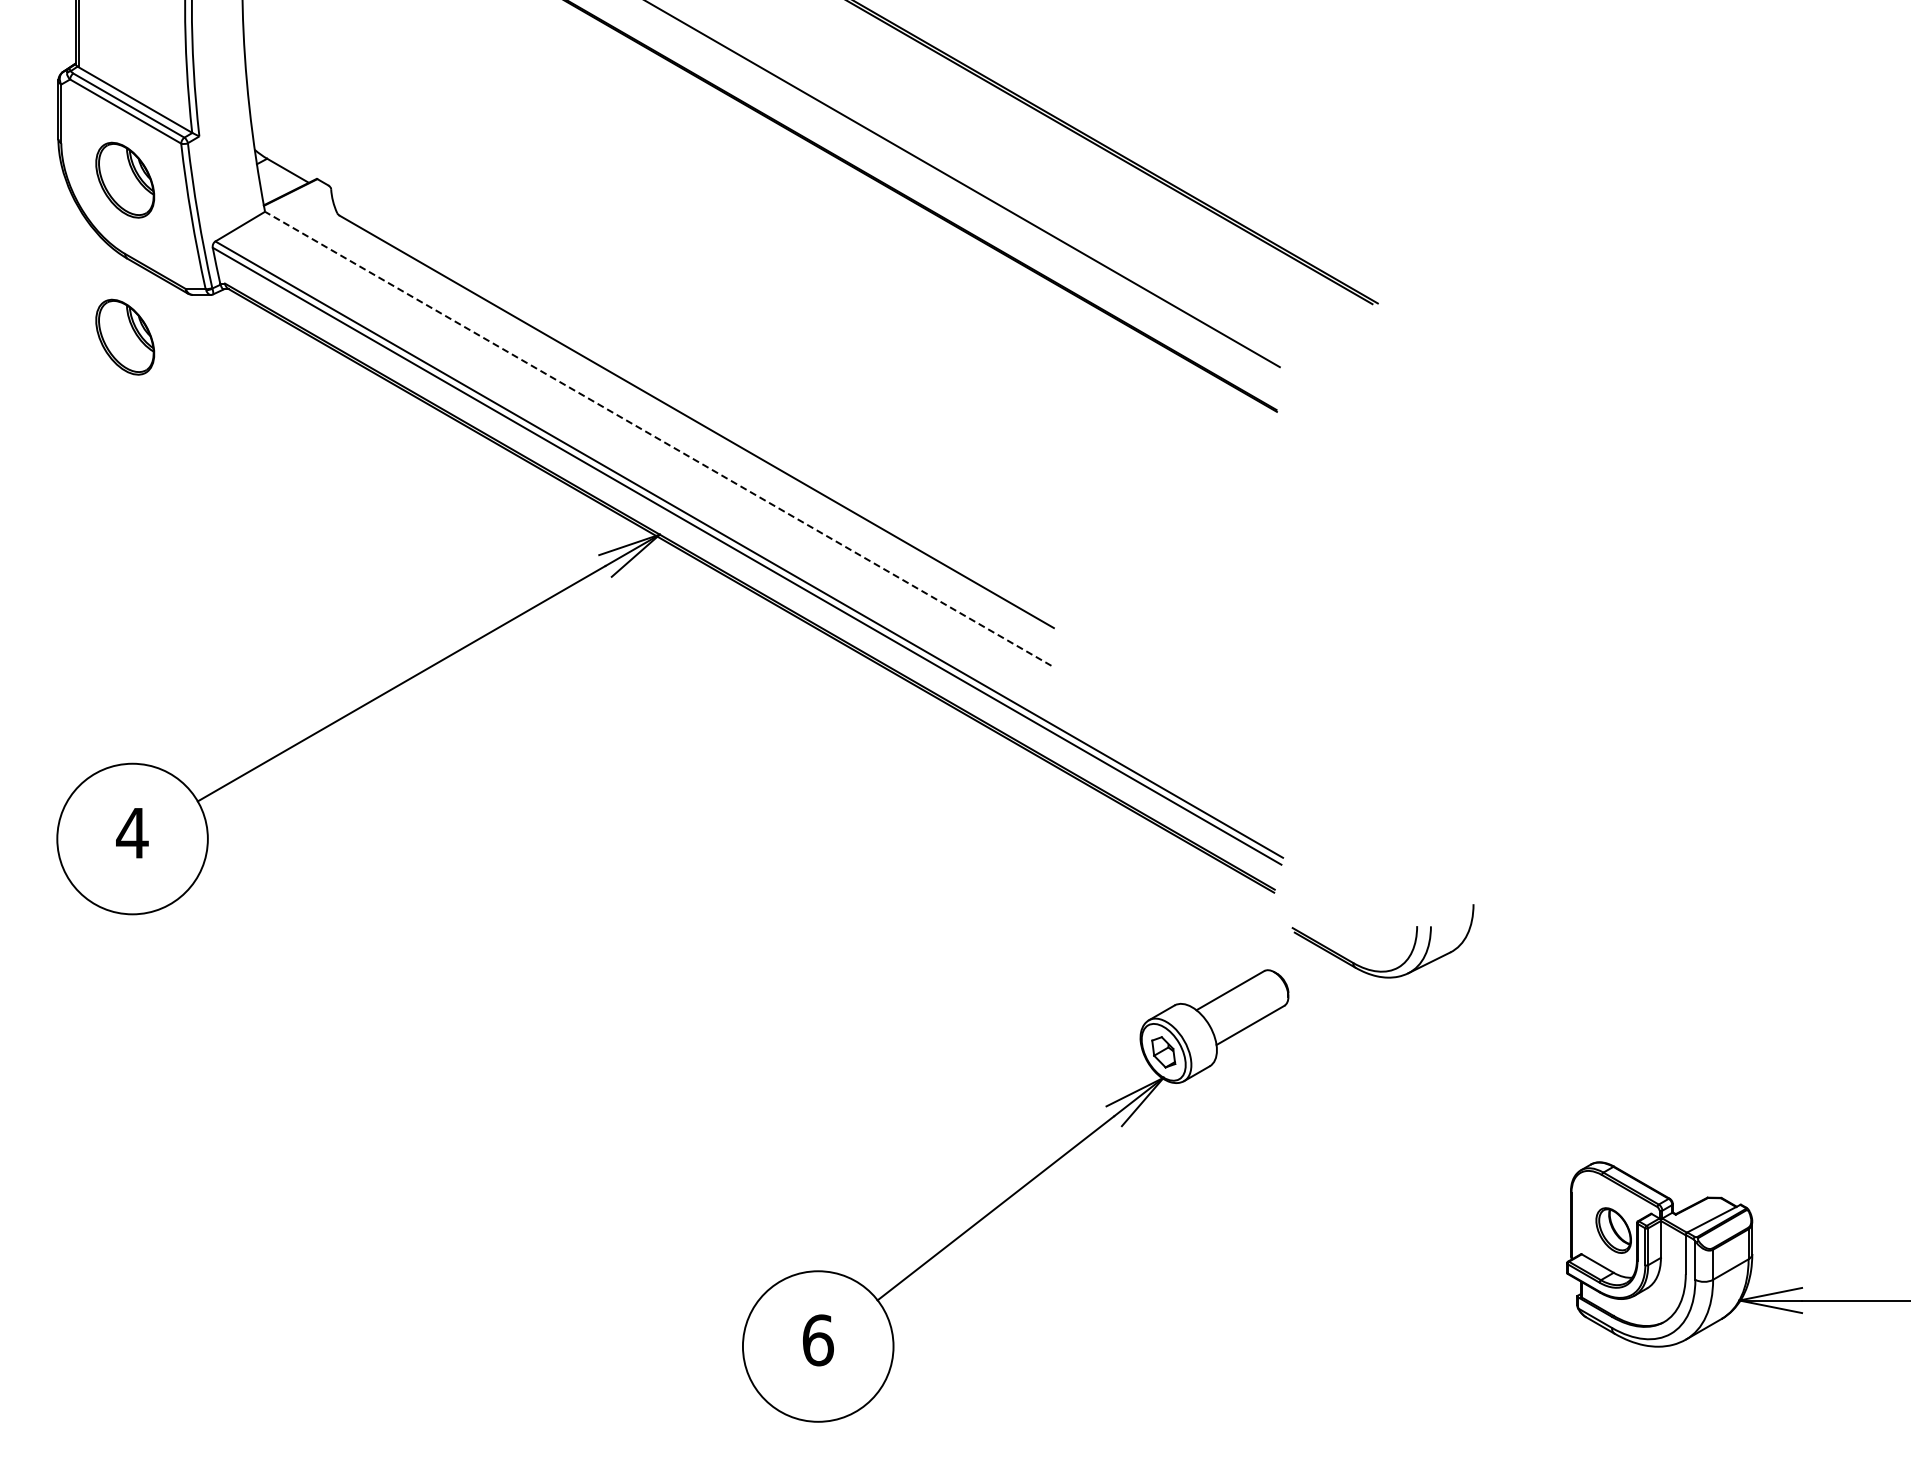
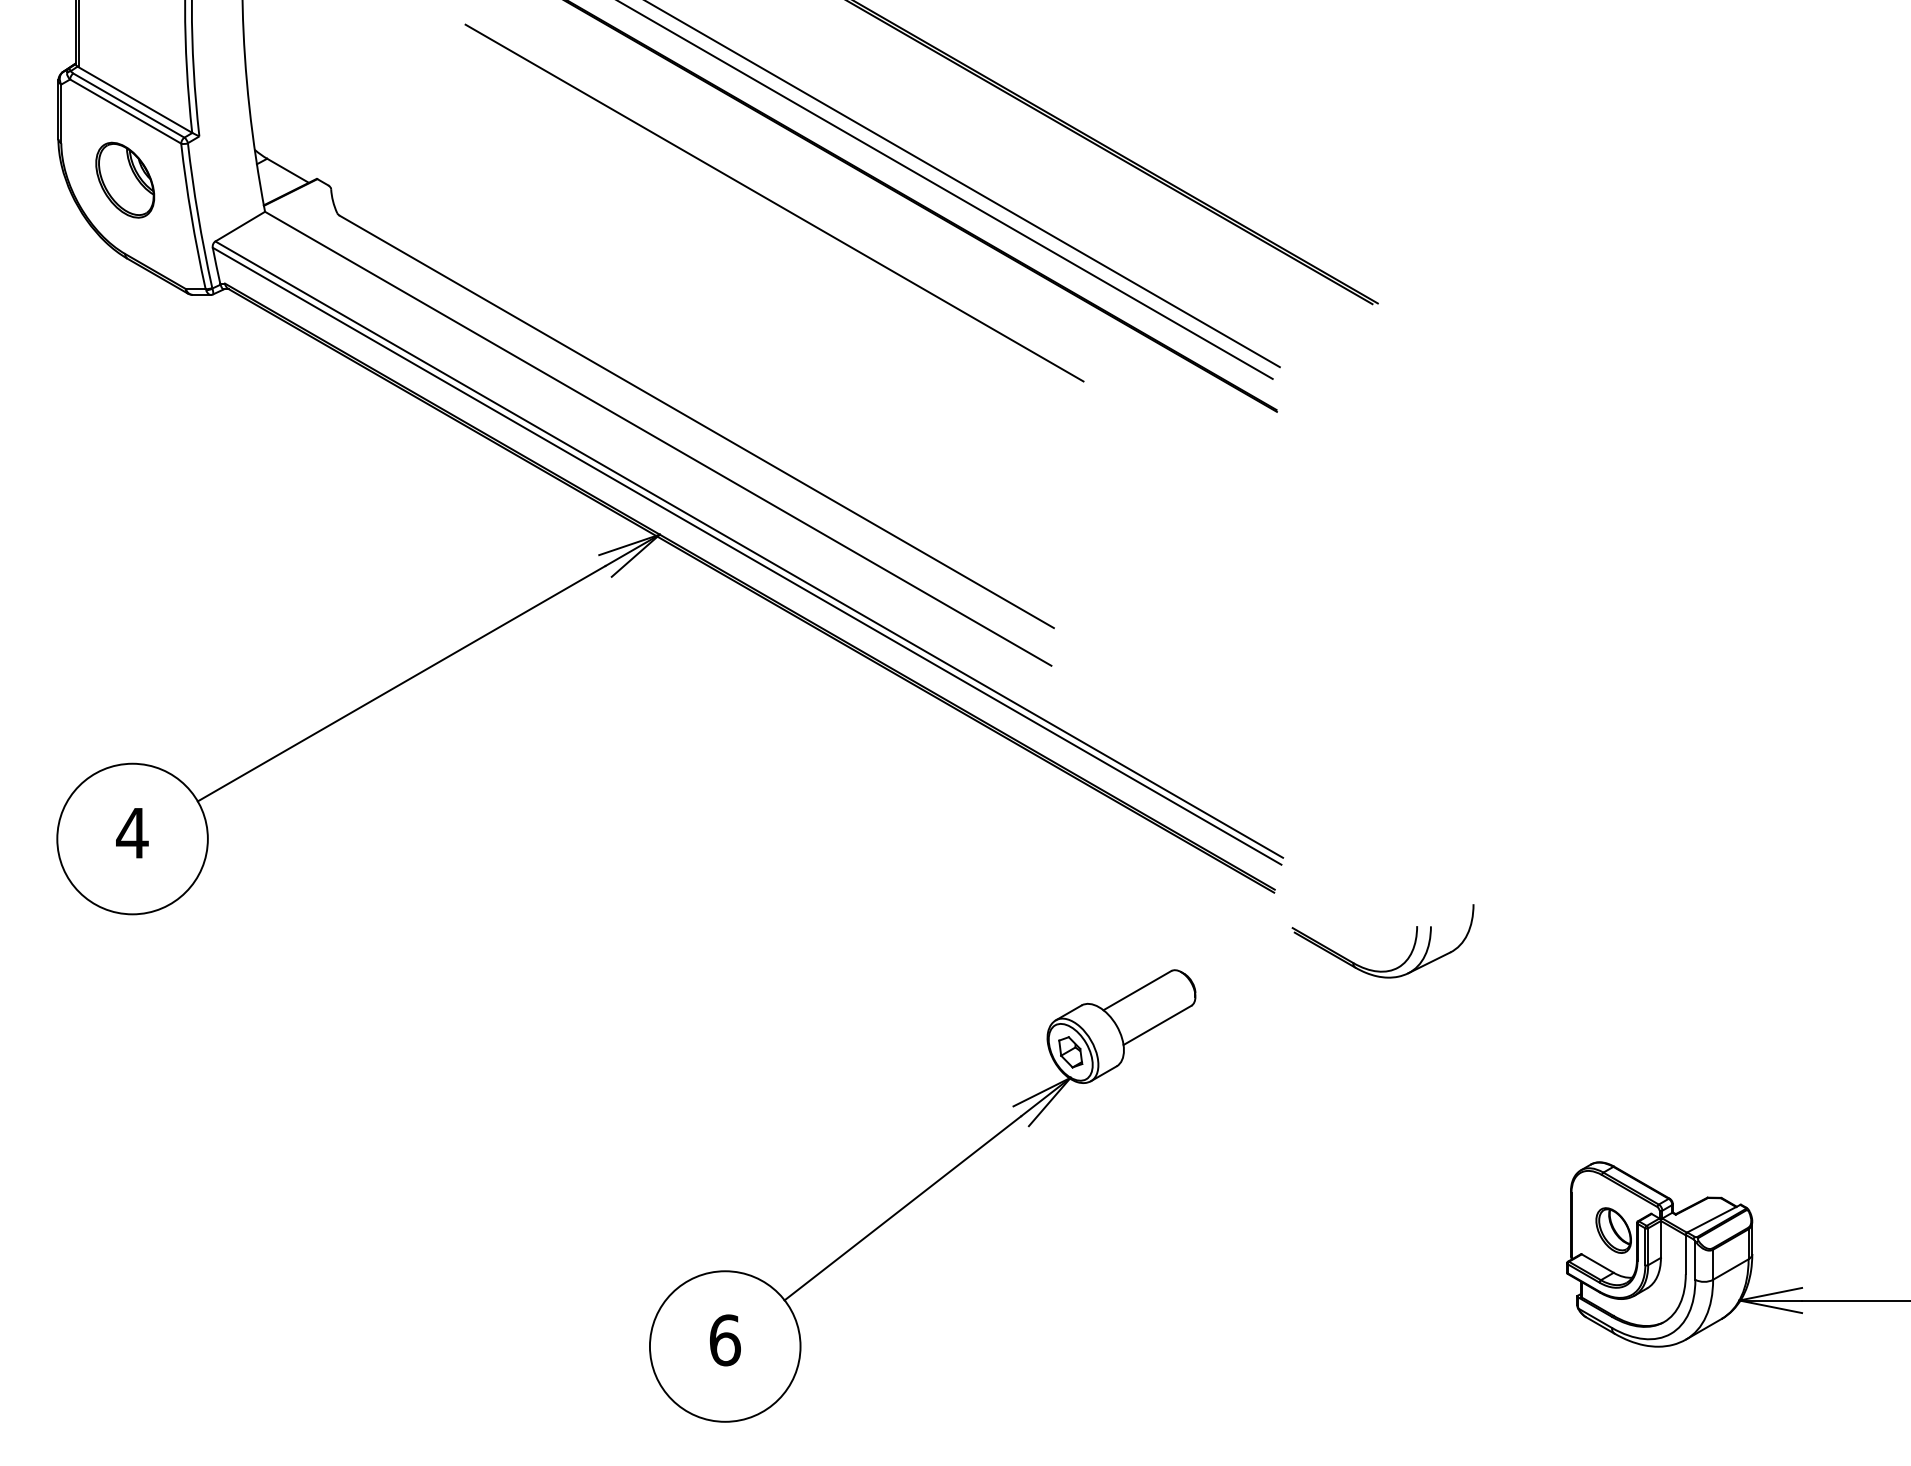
line at (946, 190): none -> present
line at (774, 202): none -> present
part at (125, 336): present -> none
line at (658, 438): dashed -> solid
part at (1015, 1195) position: (1015, 1195) -> (922, 1195)
